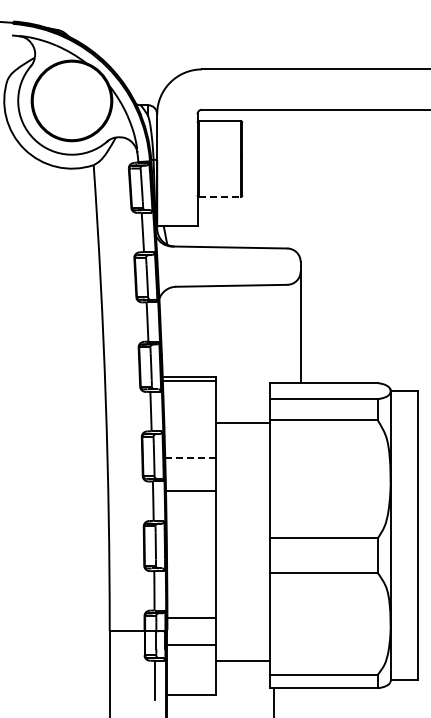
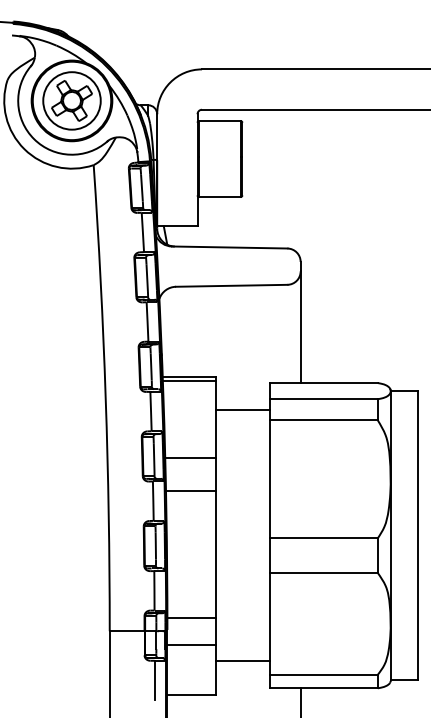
part at (71, 100): none -> present
line at (219, 197): dashed -> solid
line at (243, 423) position: (243, 423) -> (243, 410)
line at (190, 458): dashed -> solid
line at (273, 701) position: (273, 701) -> (300, 701)
